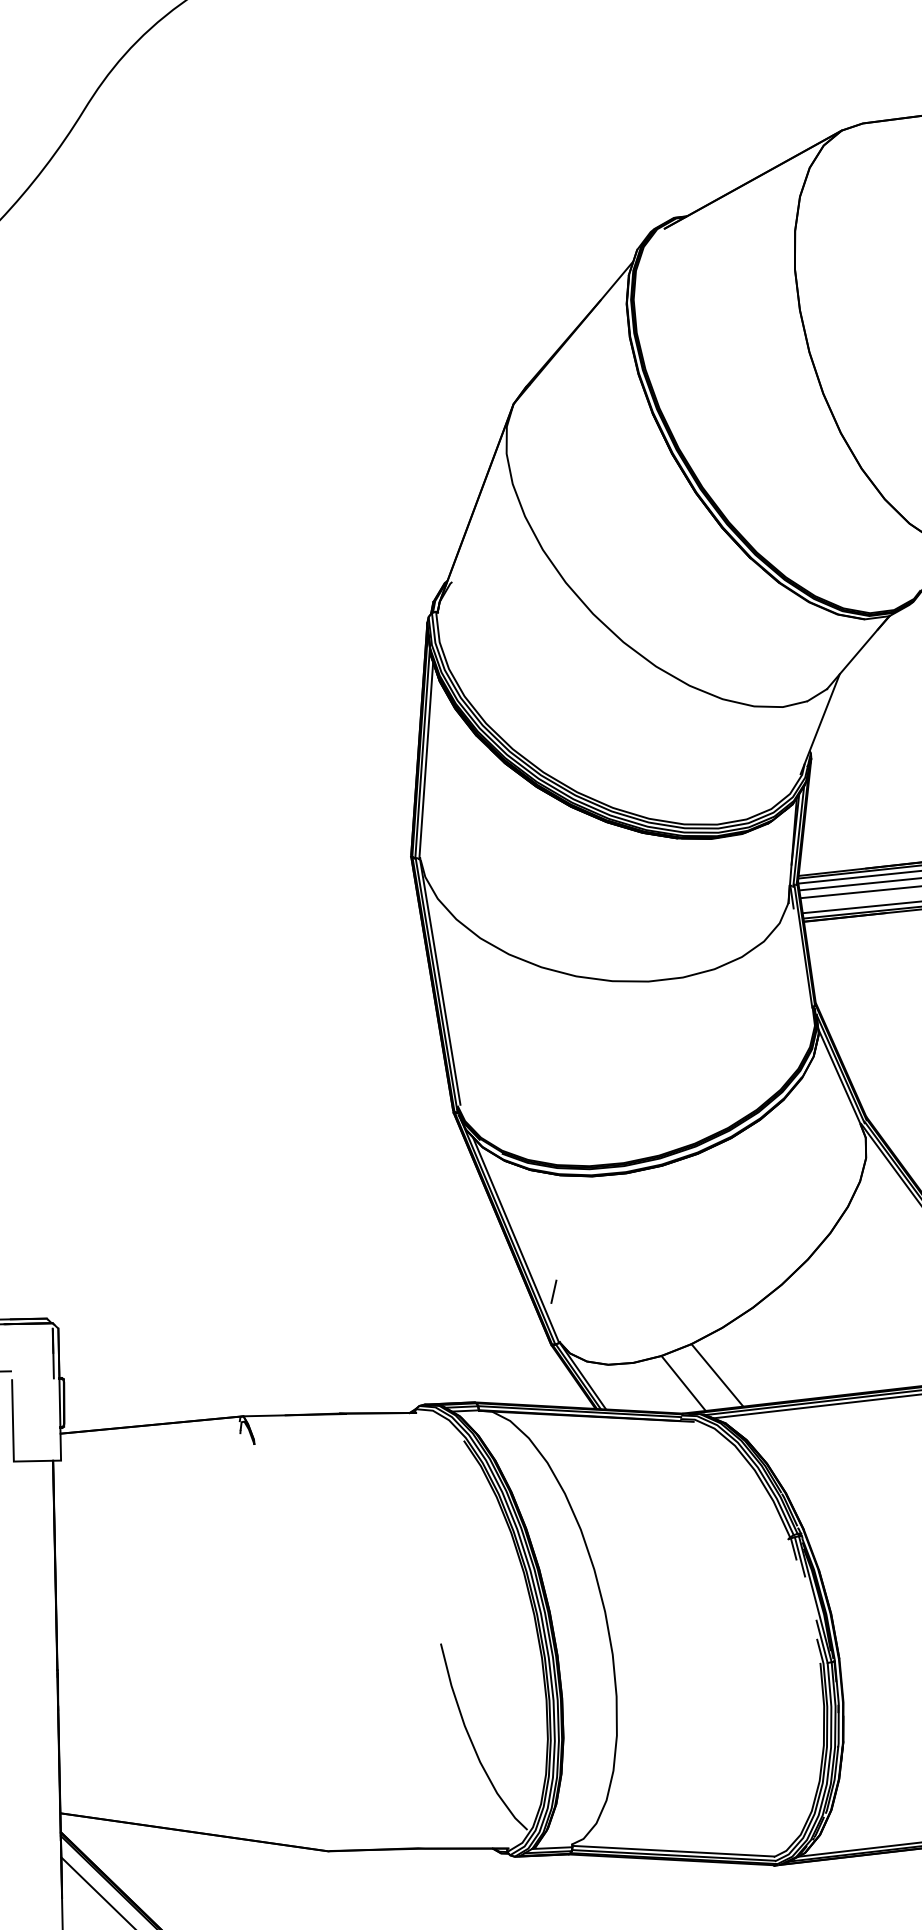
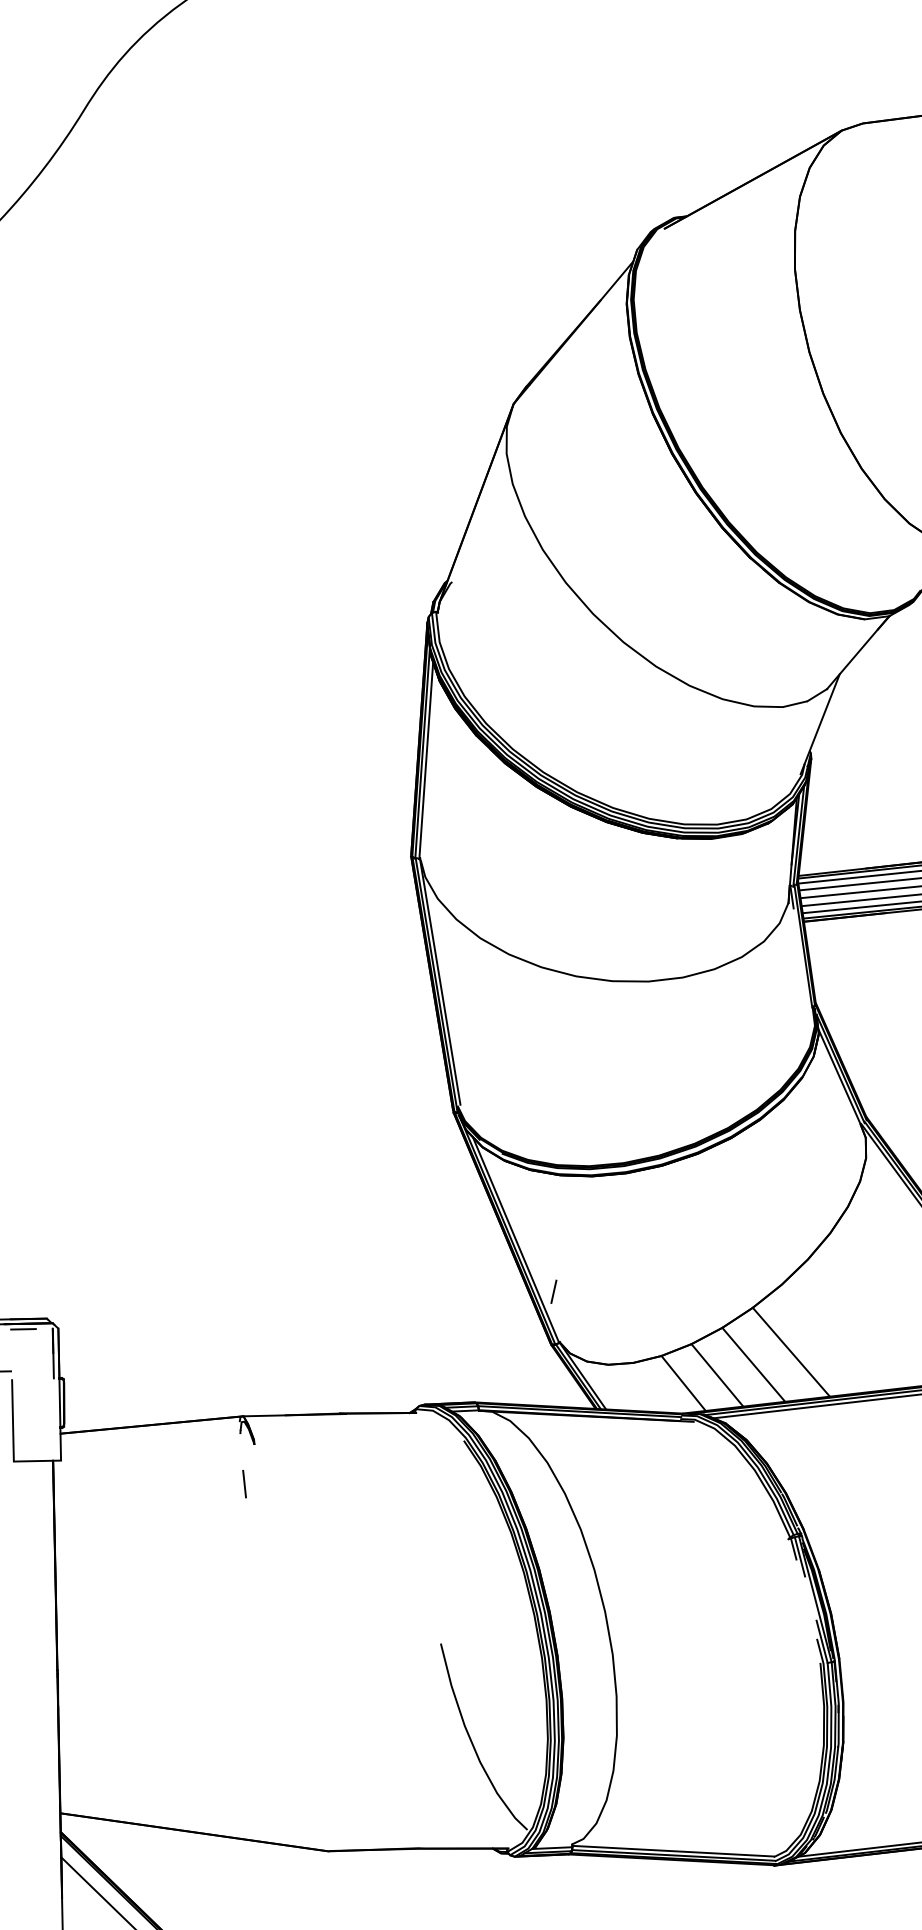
line at (859, 900): none -> present
line at (23, 1329): none -> present
line at (790, 1351): none -> present
line at (753, 1364): none -> present
line at (244, 1483): none -> present
